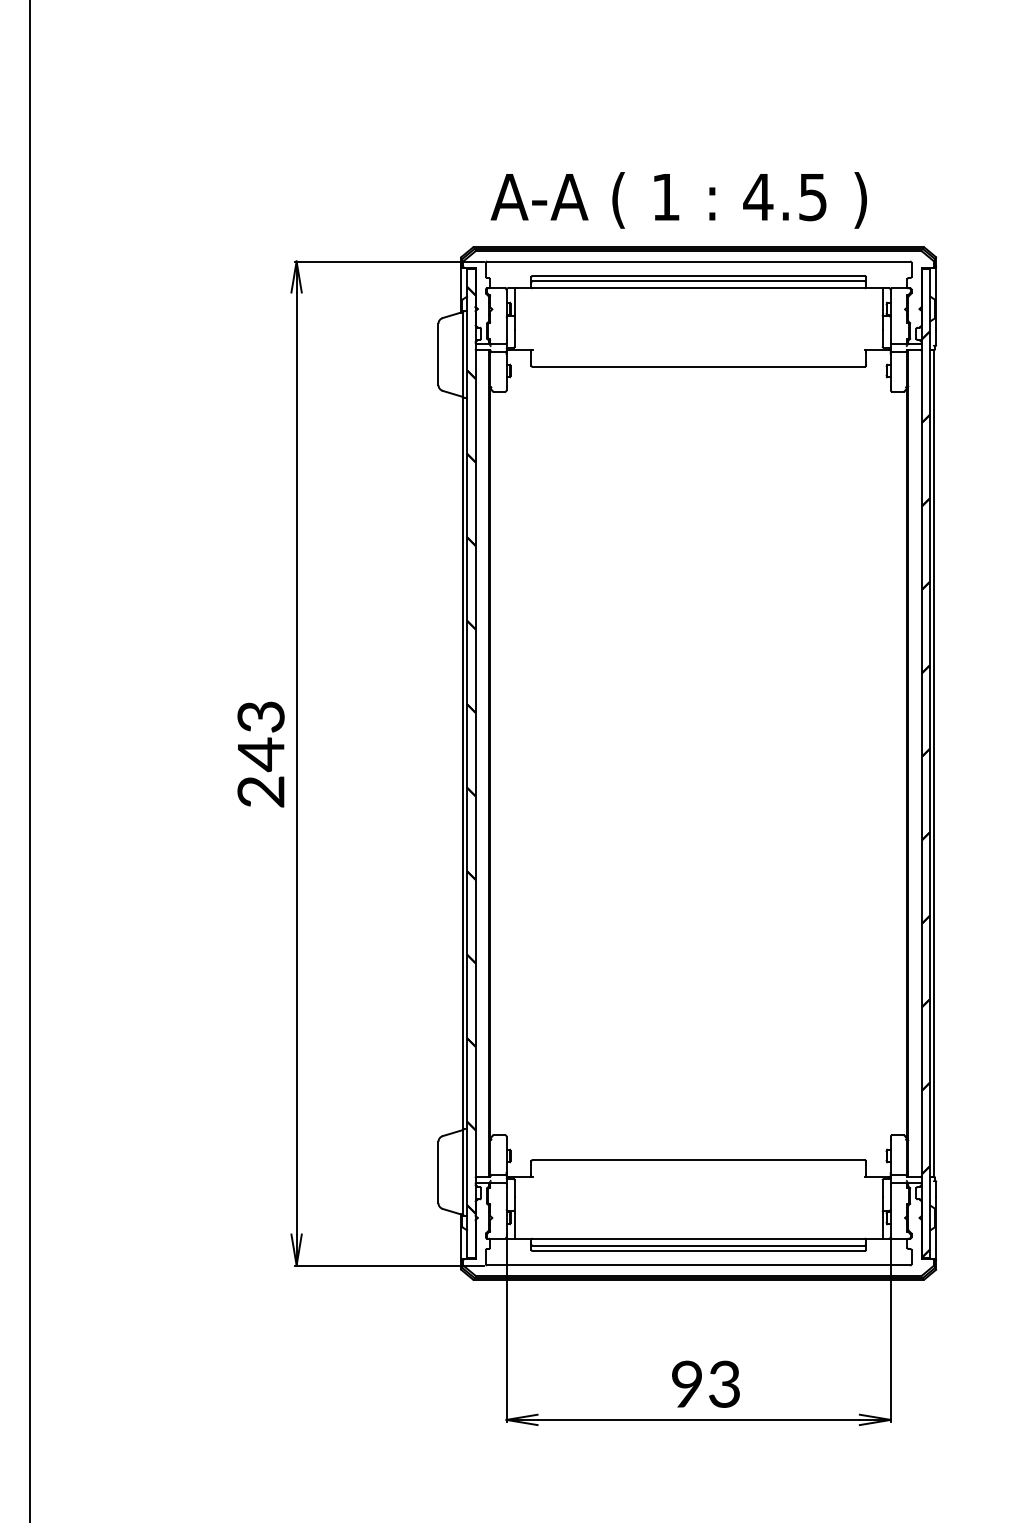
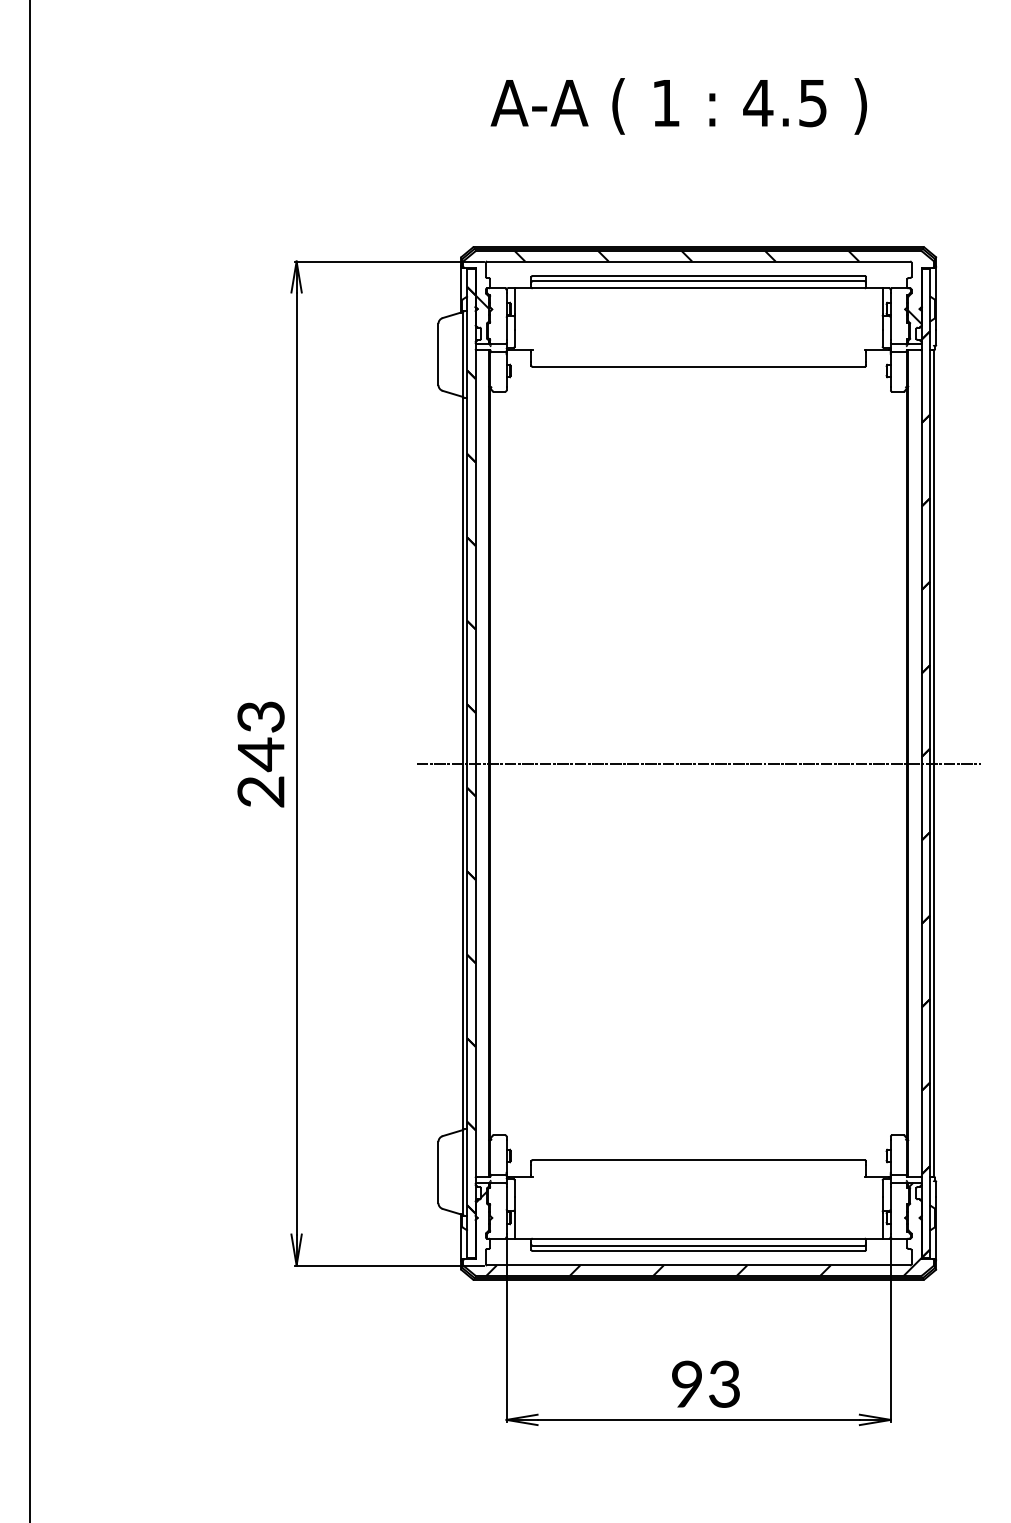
text at (678, 200) position: (678, 200) -> (678, 106)
hatch at (698, 287): none -> present
line at (698, 763): none -> present
hatch at (698, 1228): none -> present
